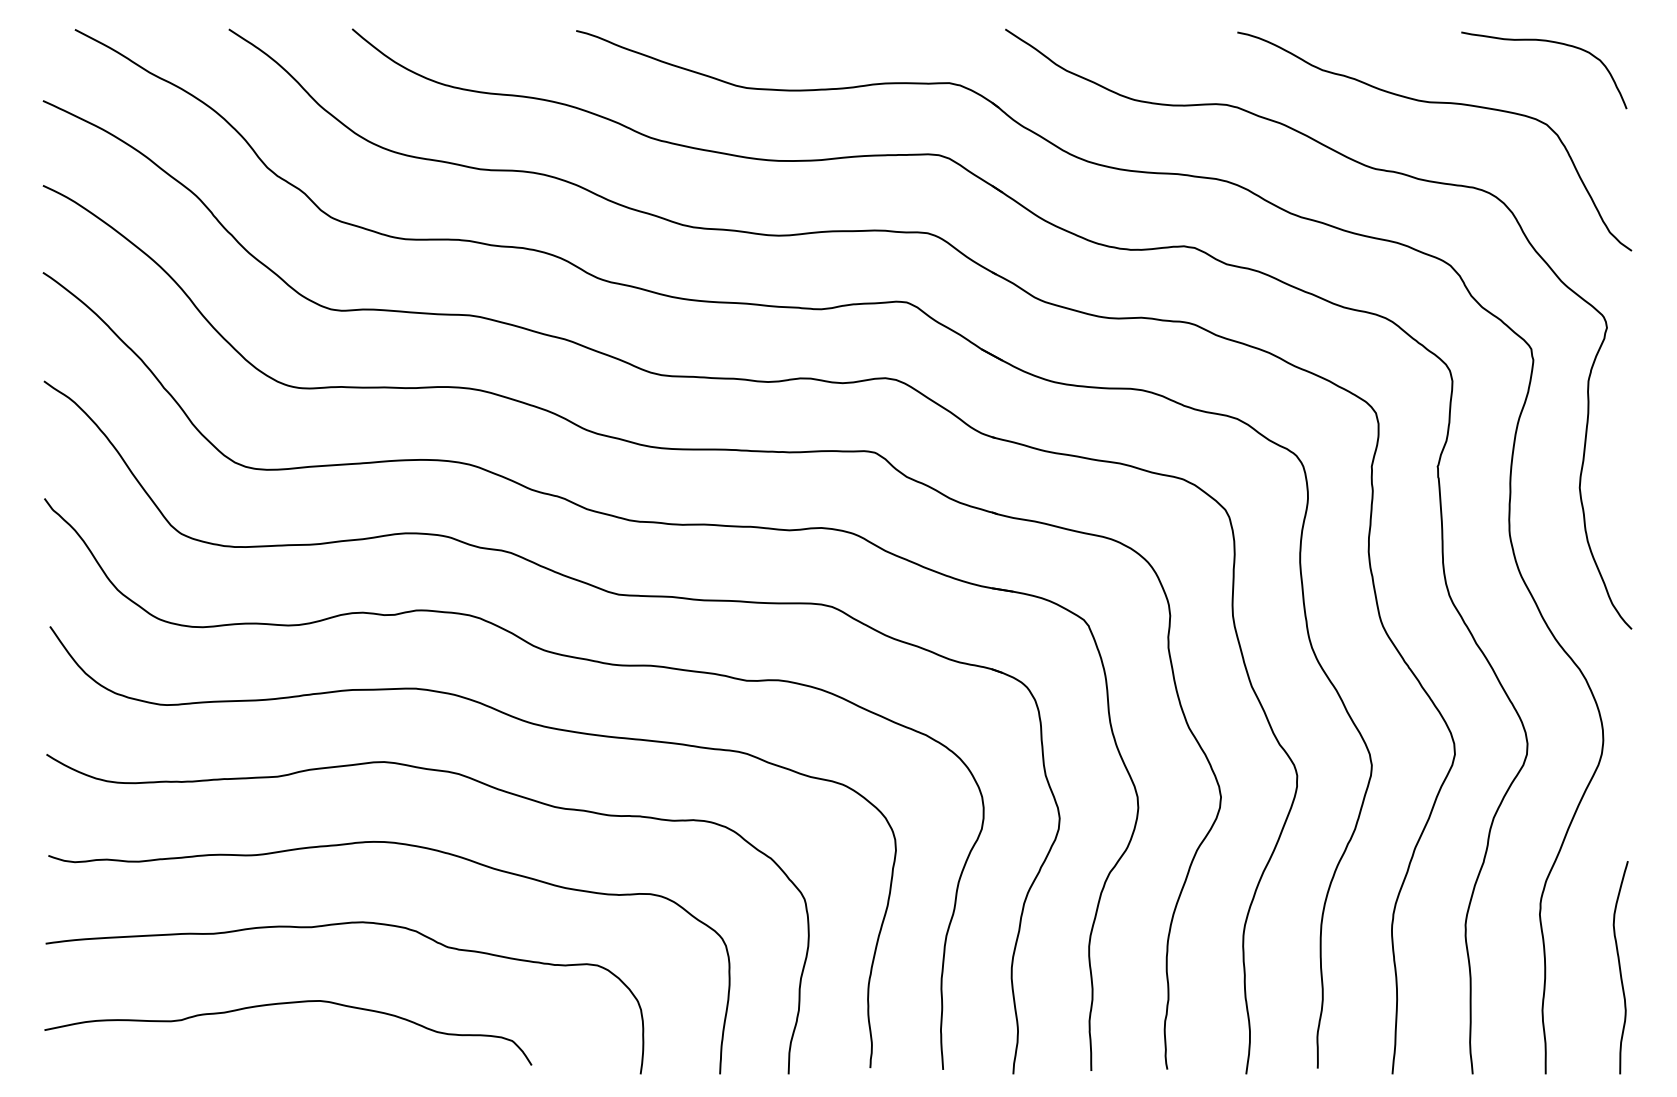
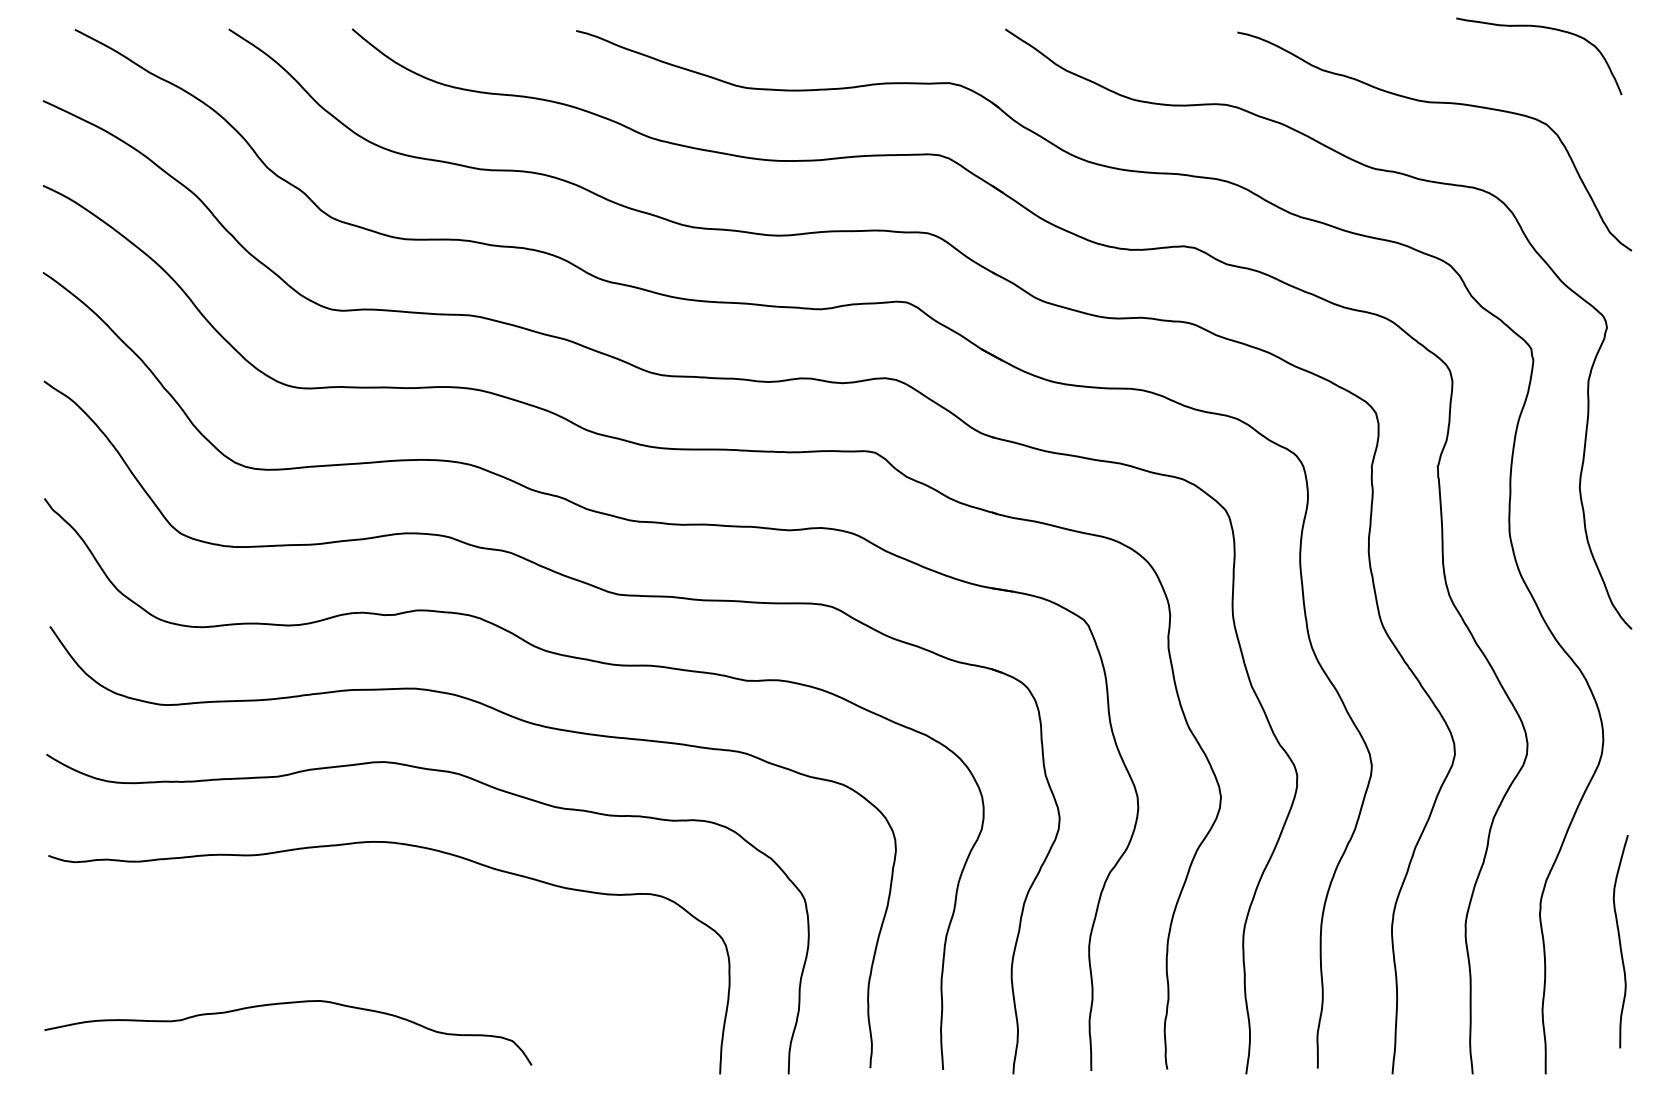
curve at (1549, 42) position: (1549, 42) -> (1544, 28)
curve at (336, 925): present -> none
curve at (1620, 967) position: (1620, 967) -> (1620, 941)
